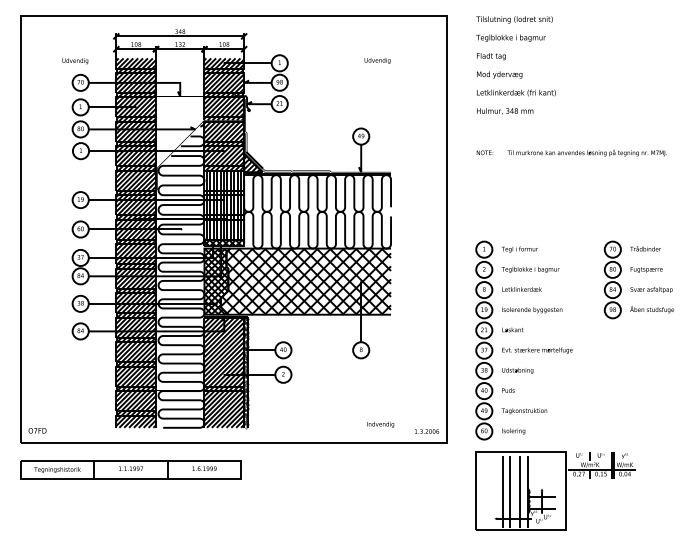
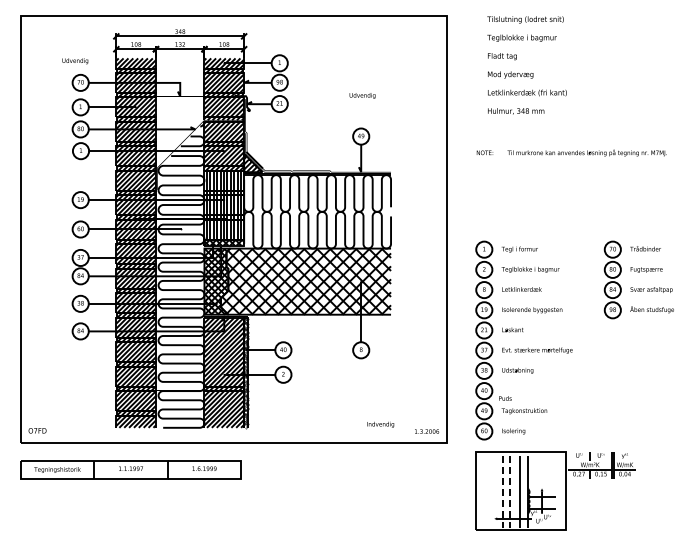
text at (377, 60) position: (377, 60) -> (362, 95)
text at (515, 65) position: (515, 65) -> (526, 65)
text at (508, 390) position: (508, 390) -> (505, 398)
line at (502, 492): solid -> dashed
line at (510, 492): solid -> dashed
